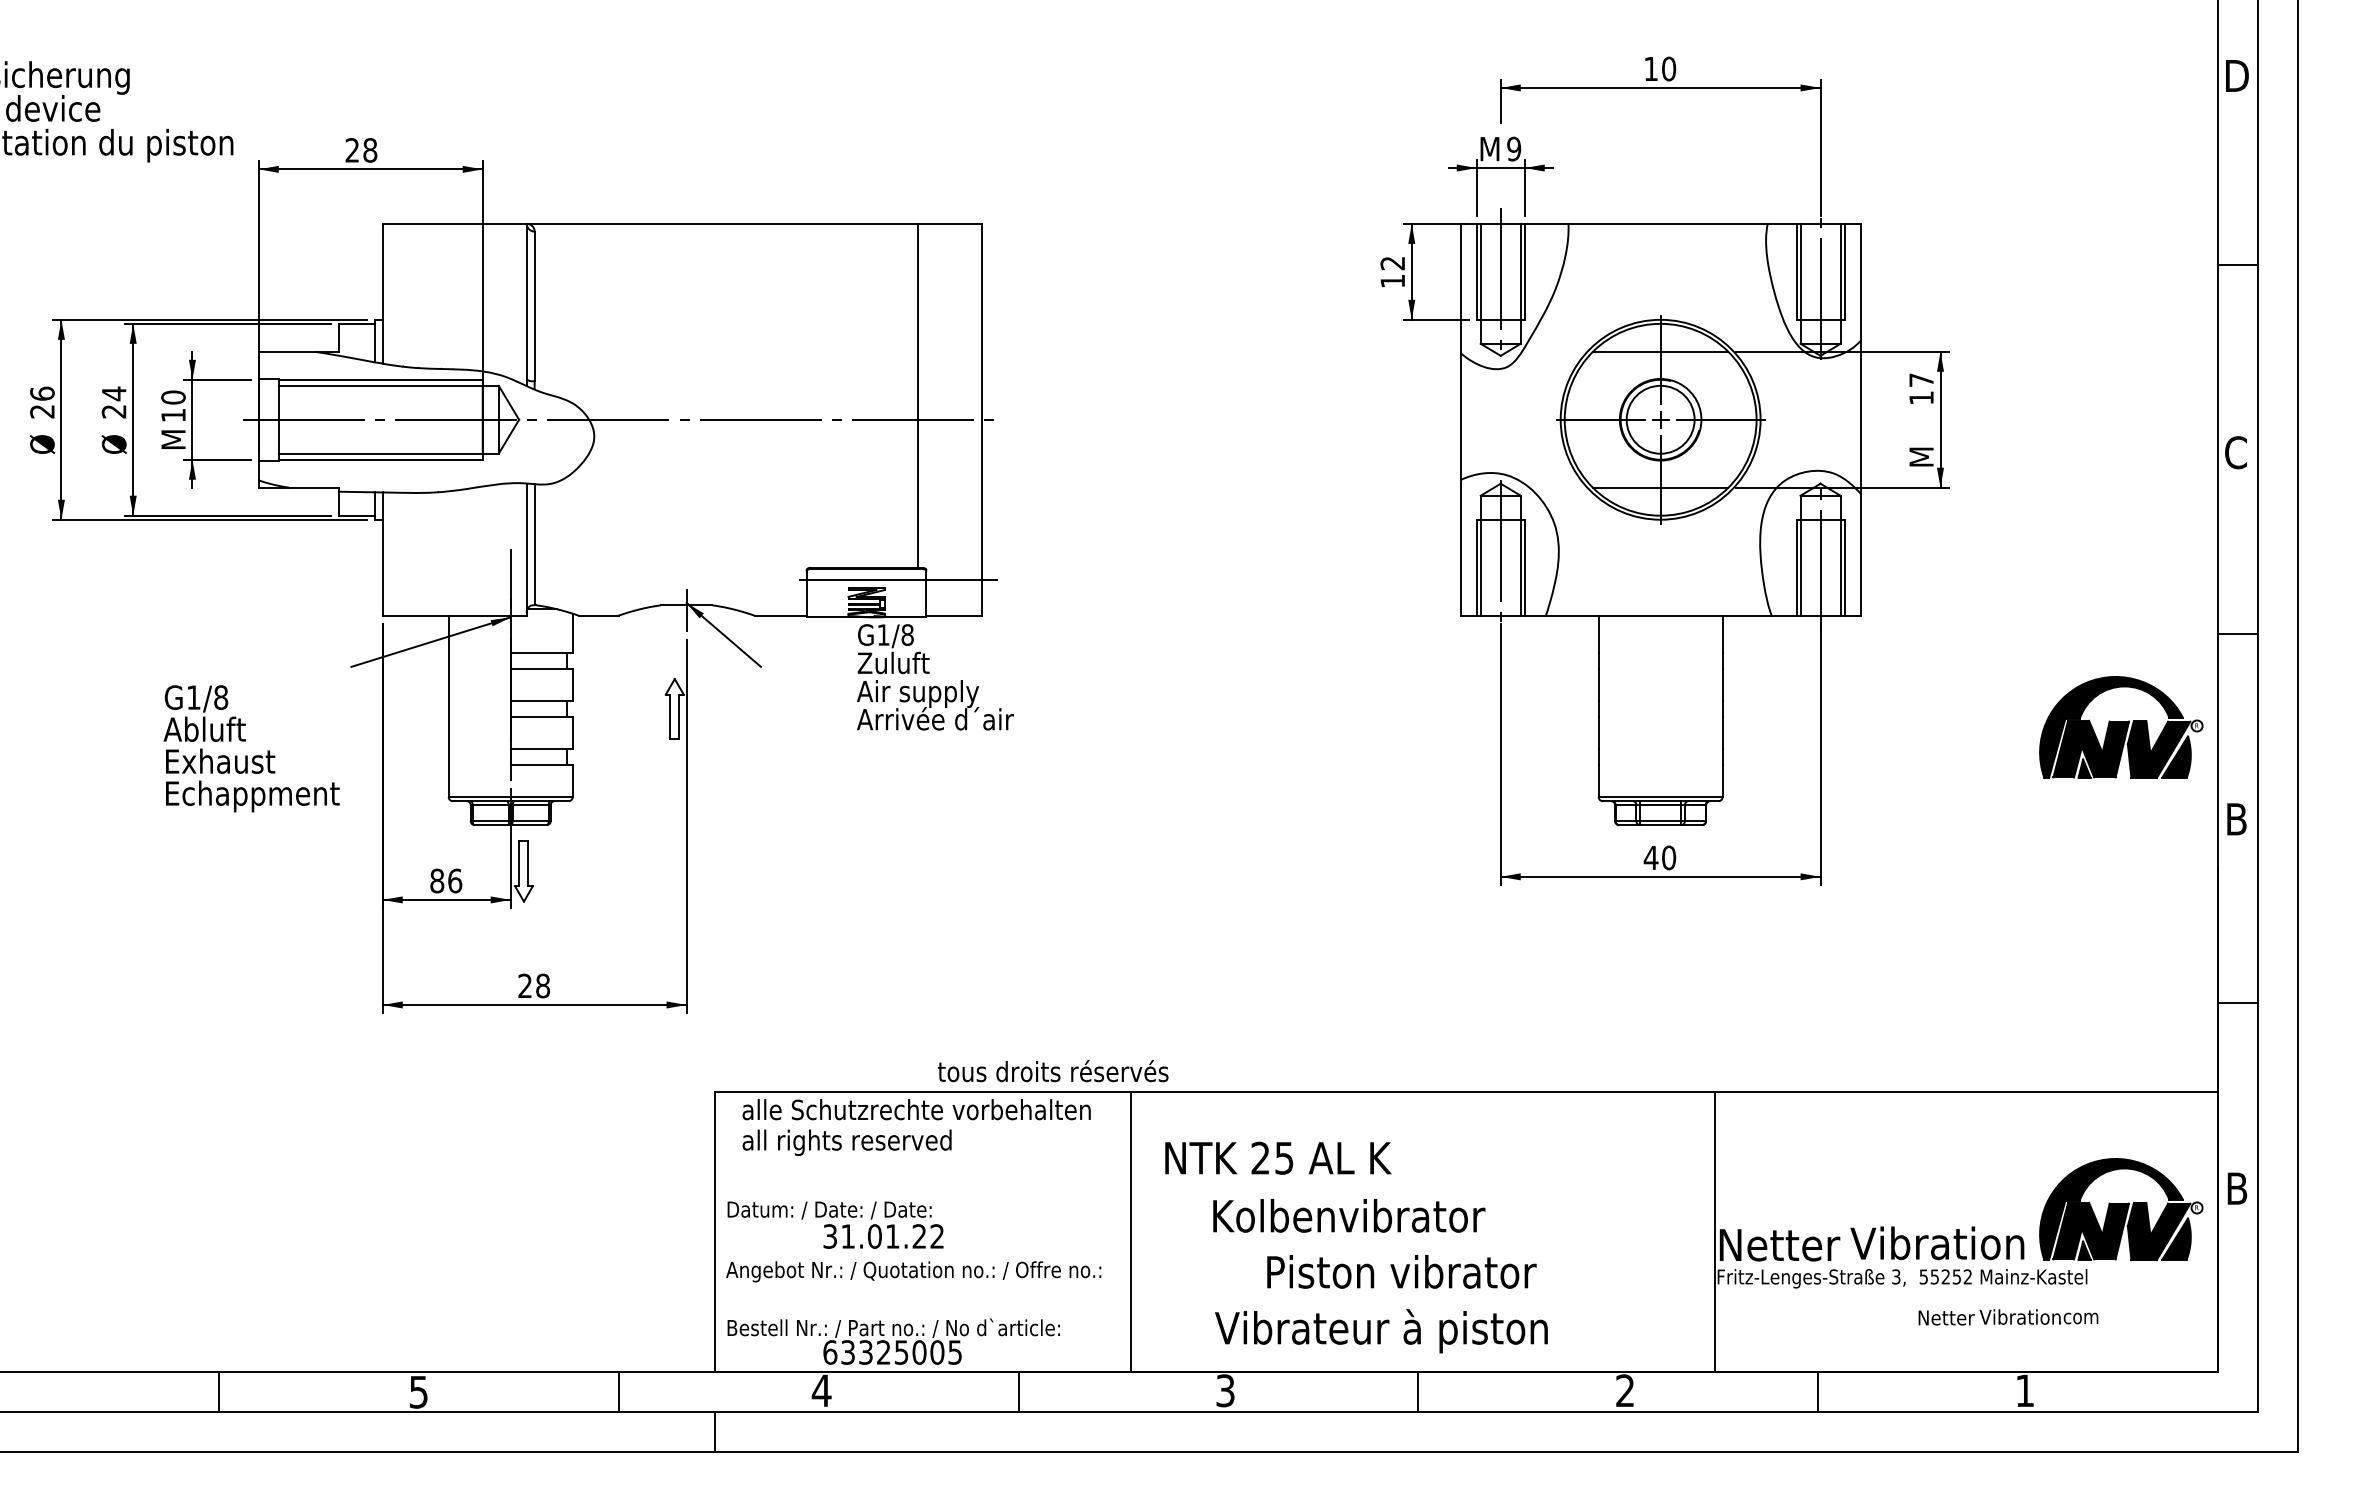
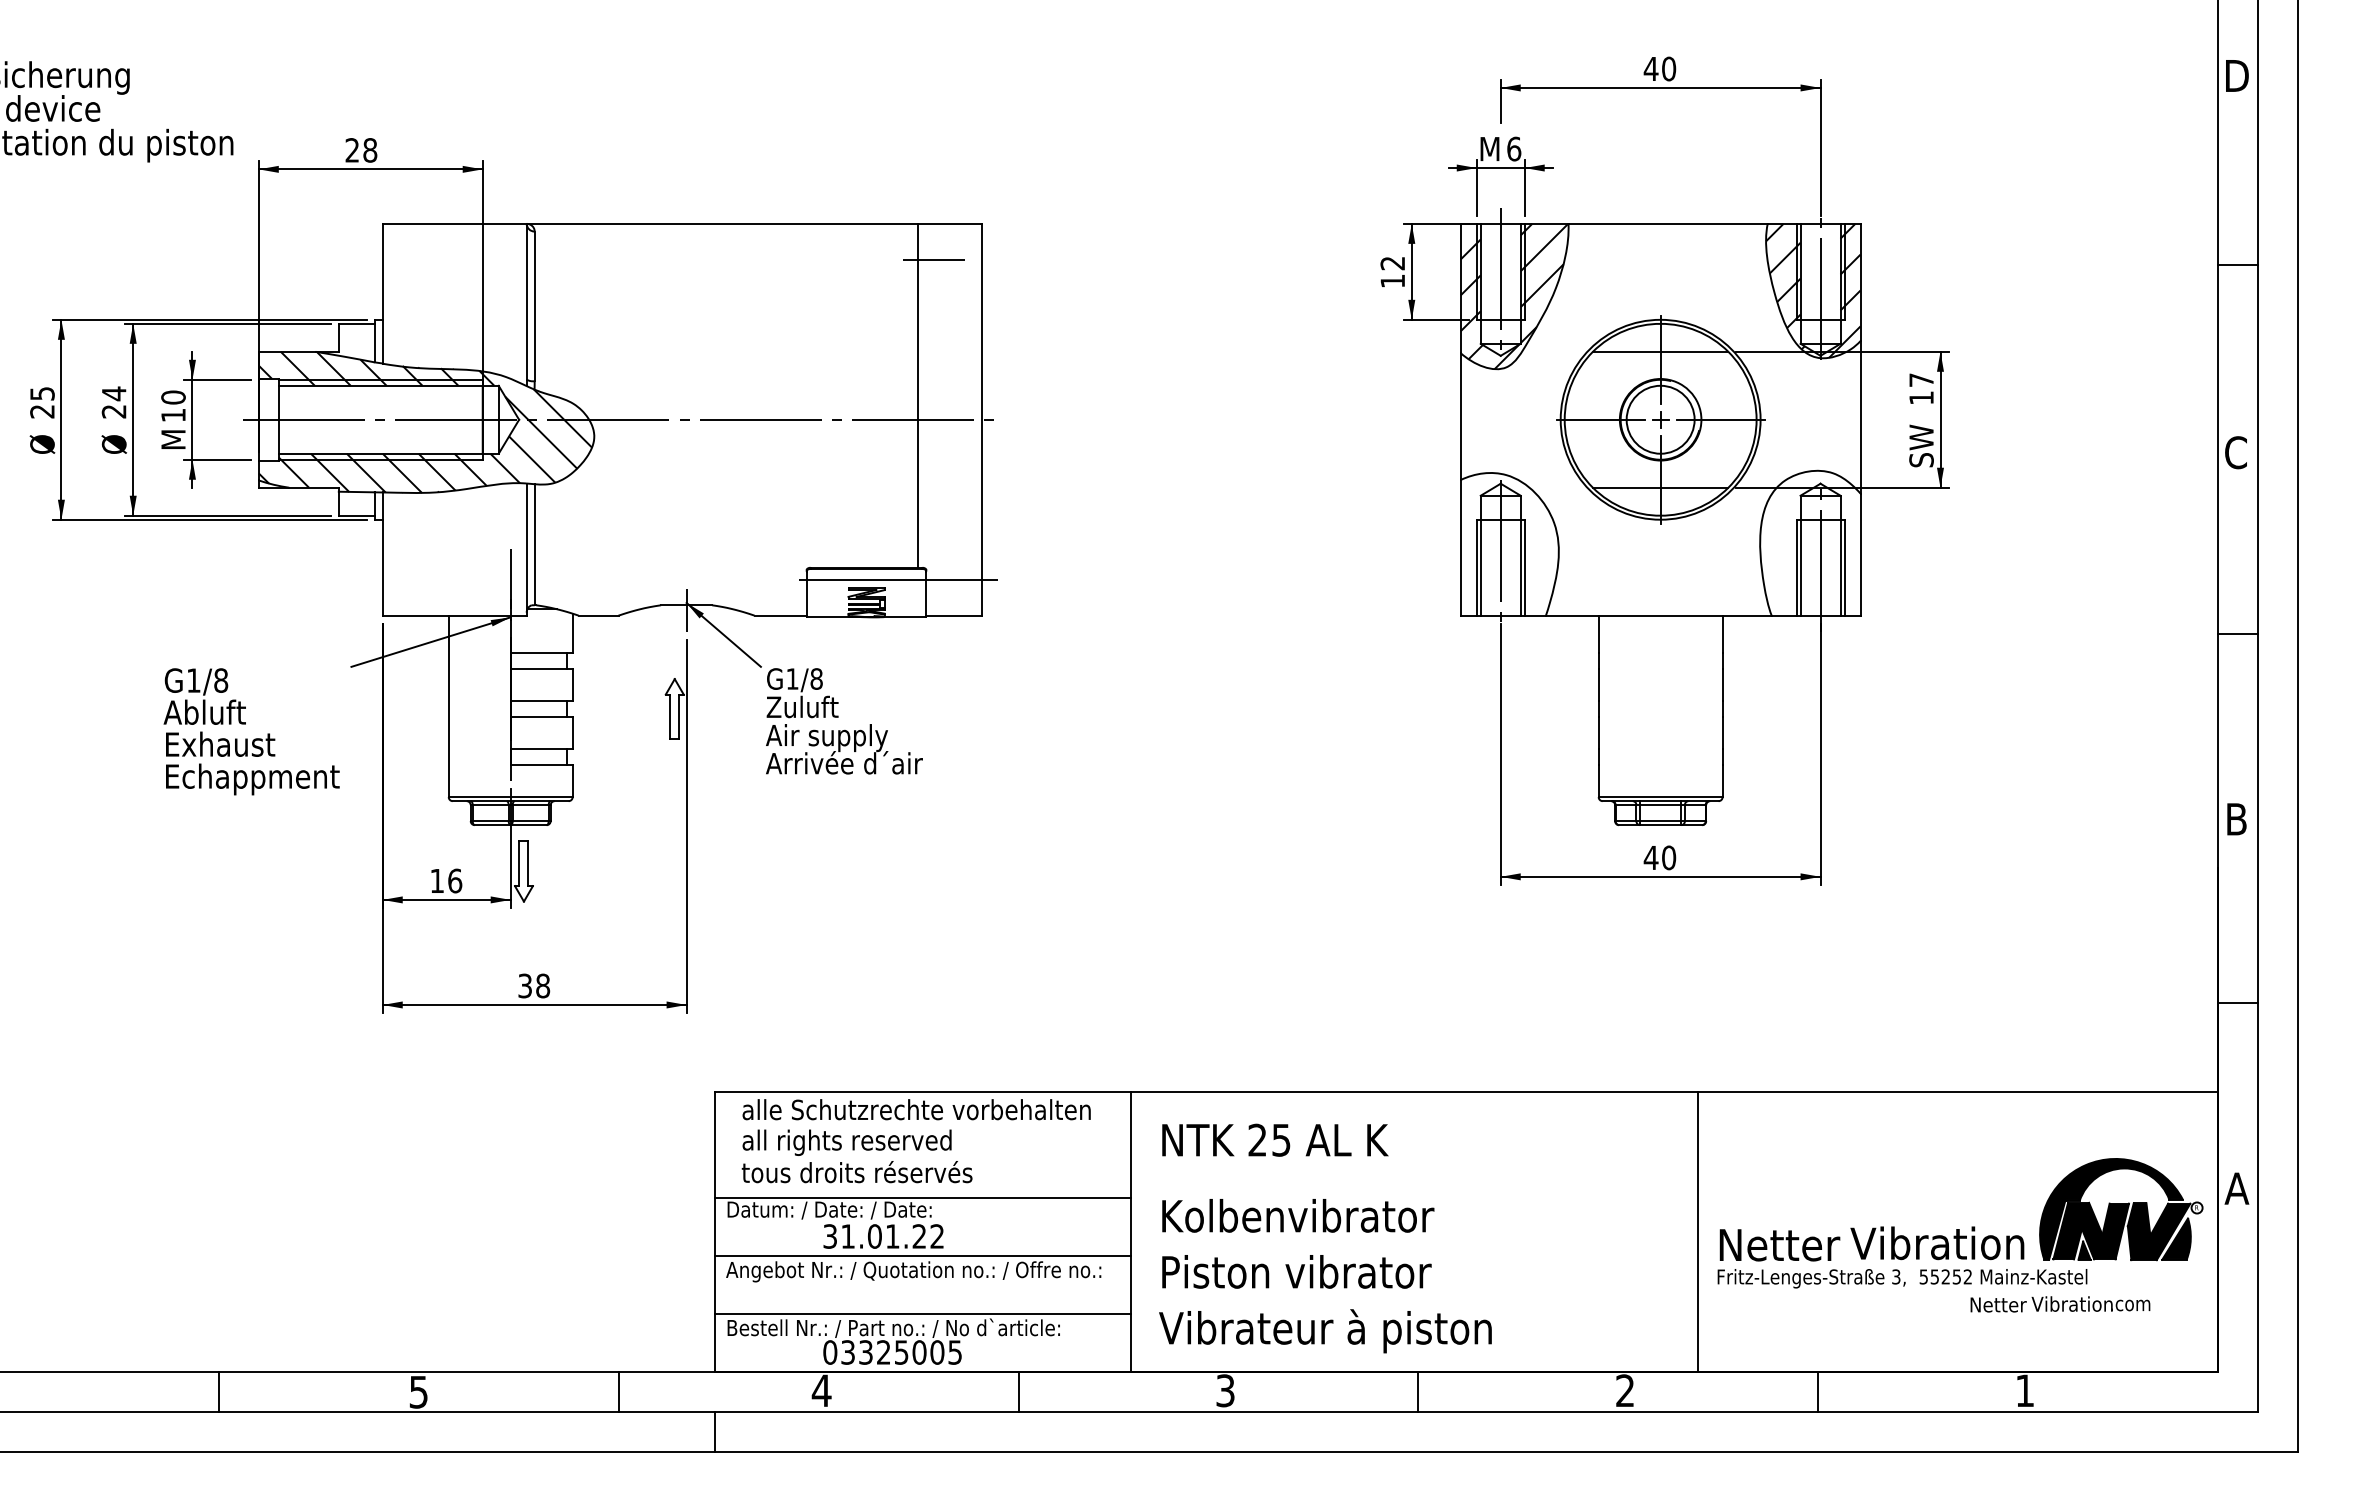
text at (1650, 68): 10 -> 40
text at (1514, 148): 9 -> 6
line at (933, 259): none -> present
hatch at (1813, 290): none -> present
hatch at (1514, 296): none -> present
text at (42, 393): 26 -> 25
hatch at (425, 421): none -> present
text at (1921, 445): M -> SW
text at (935, 677) position: (935, 677) -> (844, 721)
part at (2121, 727): present -> none
text at (251, 748) position: (251, 748) -> (251, 731)
text at (437, 880): 86 -> 16
text at (524, 985): 28 -> 38
text at (1052, 1071) position: (1052, 1071) -> (856, 1172)
text at (1278, 1157) position: (1278, 1157) -> (1275, 1139)
text at (2236, 1188): B -> A
line at (922, 1198): none -> present
text at (1349, 1215) position: (1349, 1215) -> (1298, 1215)
line at (1715, 1232) position: (1715, 1232) -> (1698, 1232)
line at (922, 1256): none -> present
text at (1401, 1271) position: (1401, 1271) -> (1296, 1271)
line at (922, 1314): none -> present
text at (2008, 1317) position: (2008, 1317) -> (2060, 1304)
text at (1381, 1331) position: (1381, 1331) -> (1325, 1331)
text at (830, 1352): 63325005 -> 03325005
